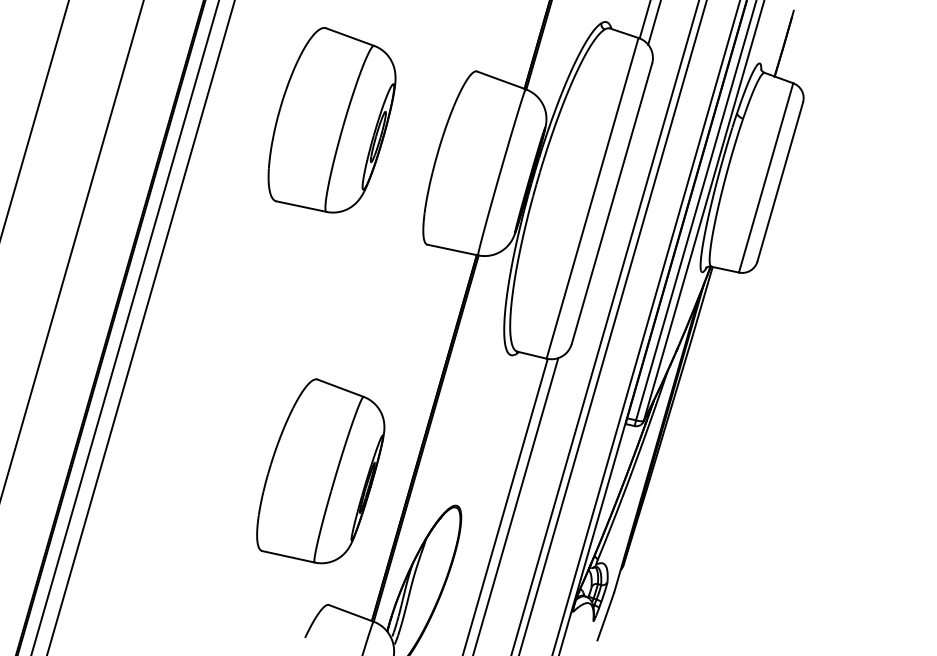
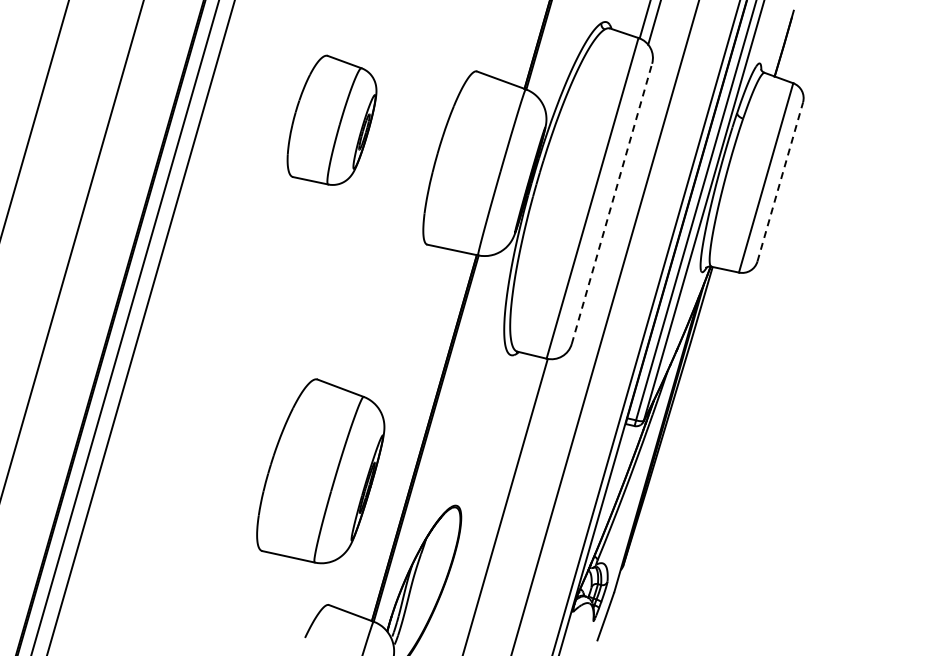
part at (331, 120) size: 130x187 px -> 92x132 px
line at (780, 182): solid -> dashed
line at (611, 203): solid -> dashed
line at (612, 327): present -> none
line at (515, 505): present -> none
